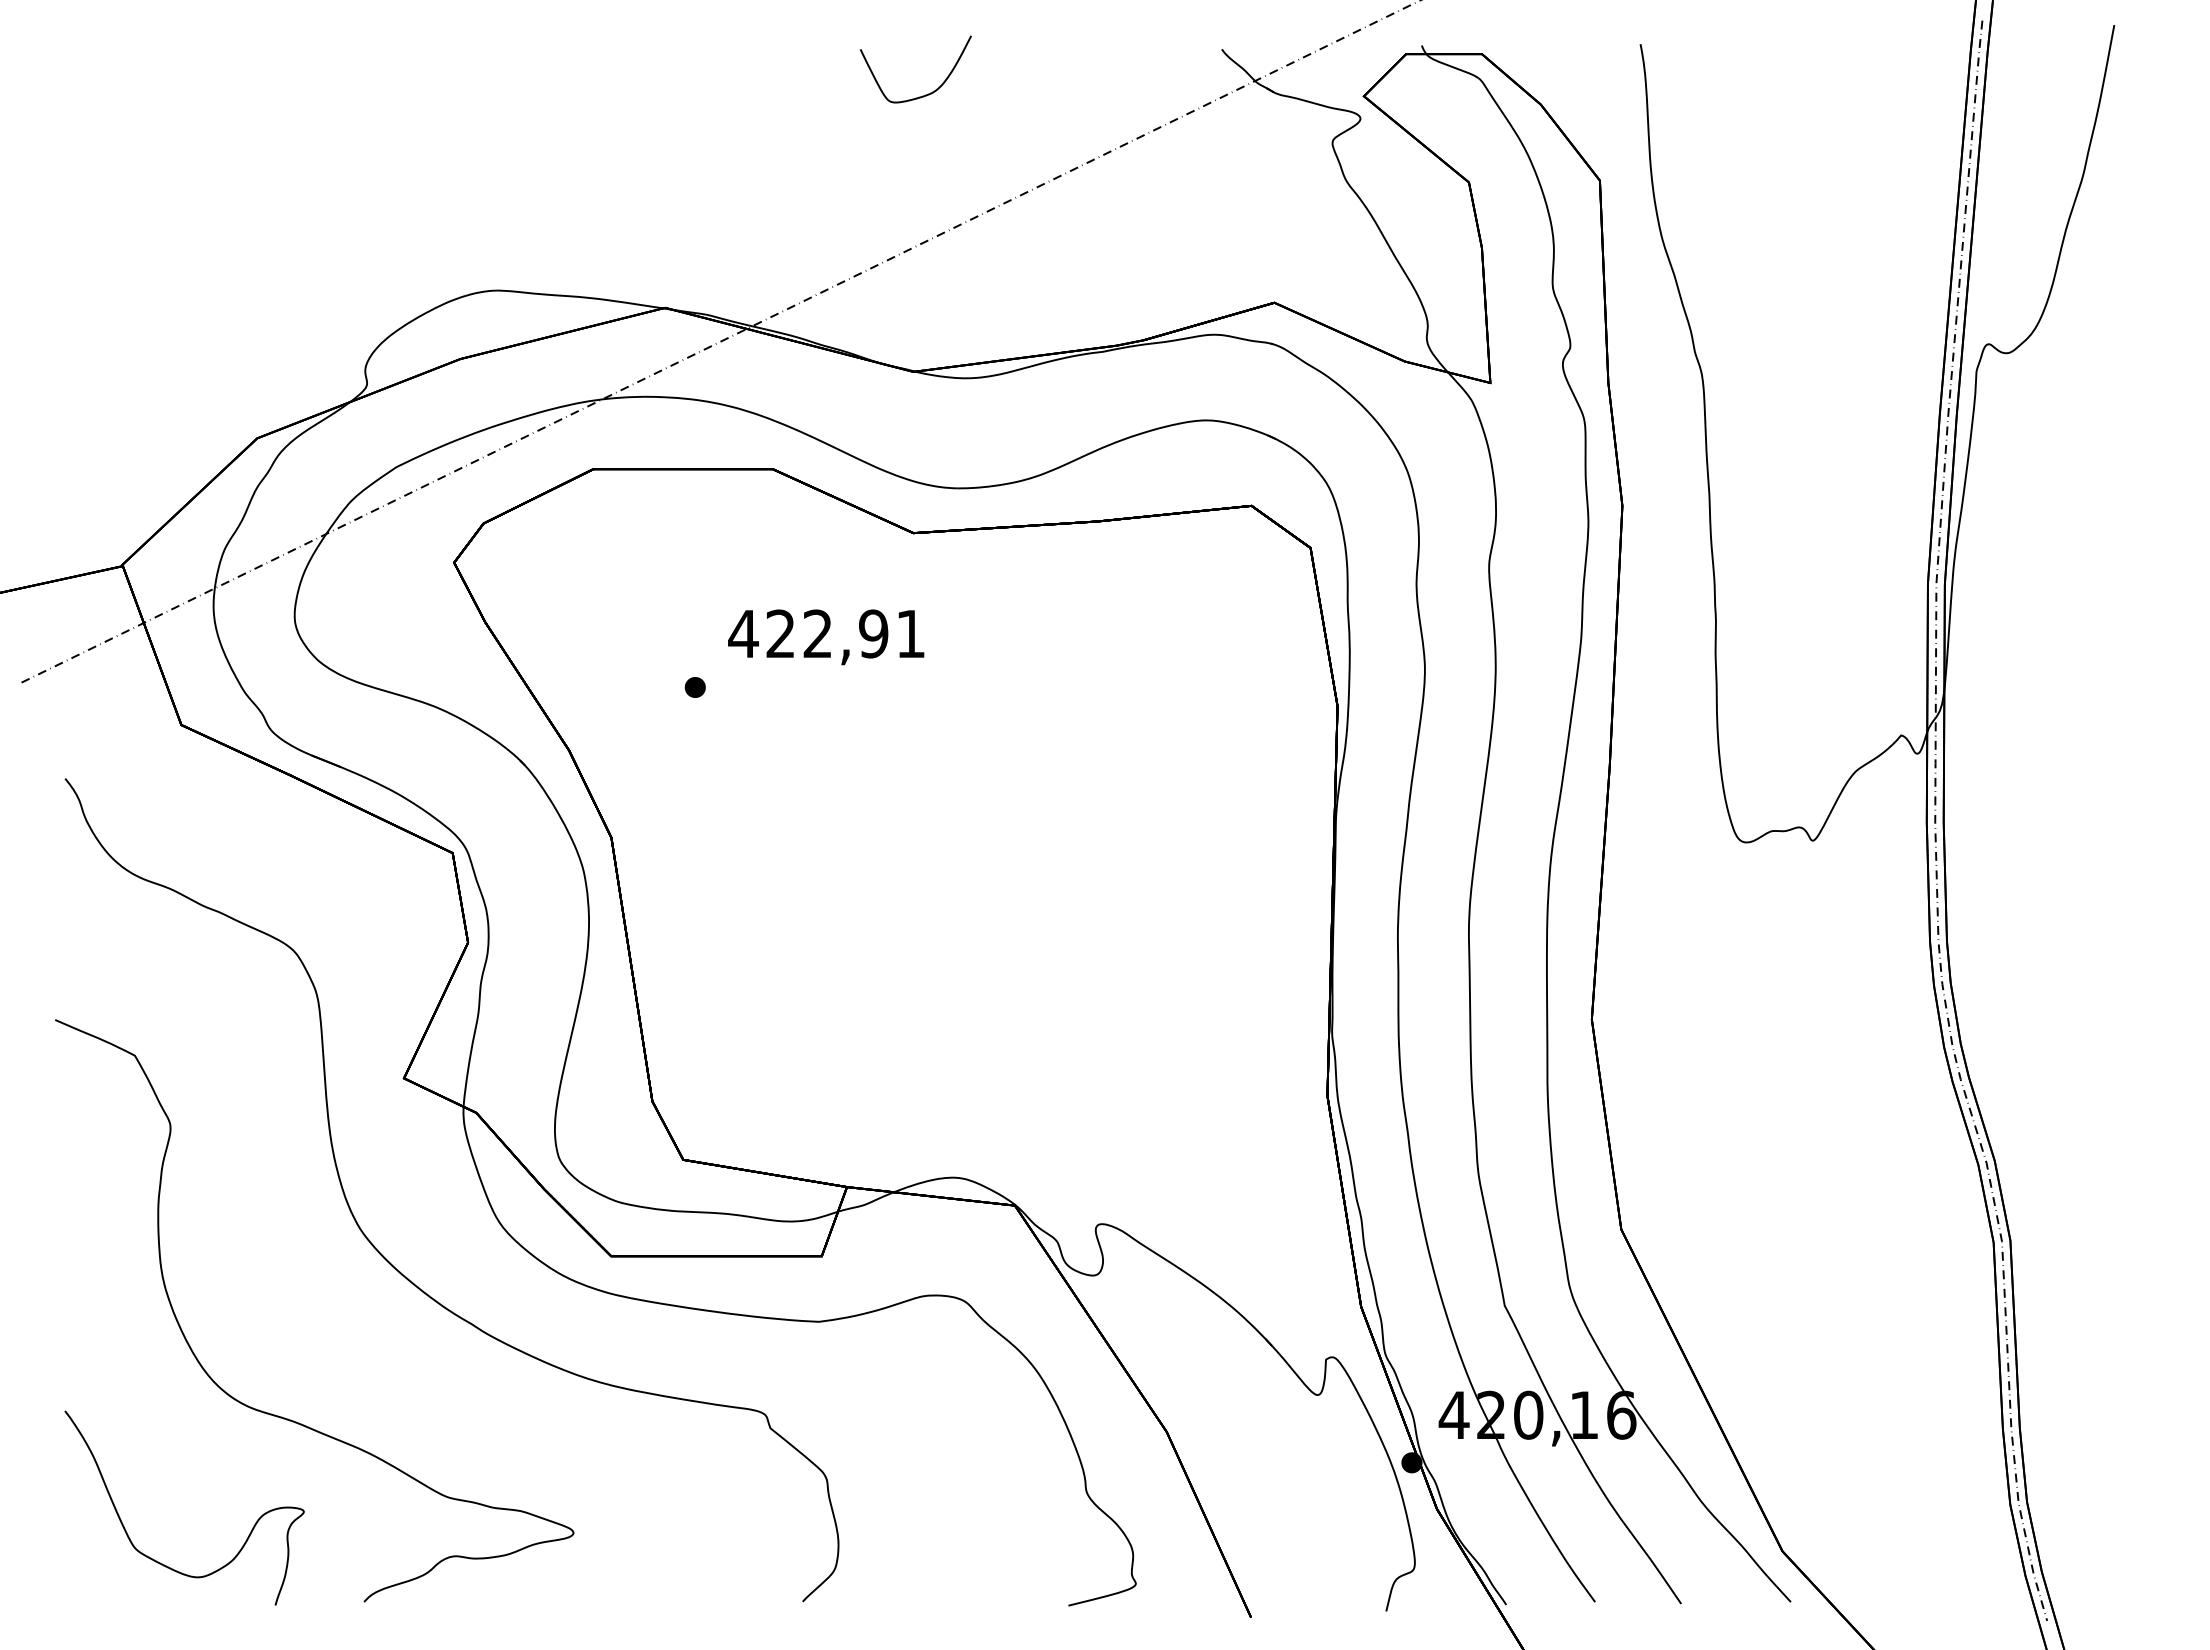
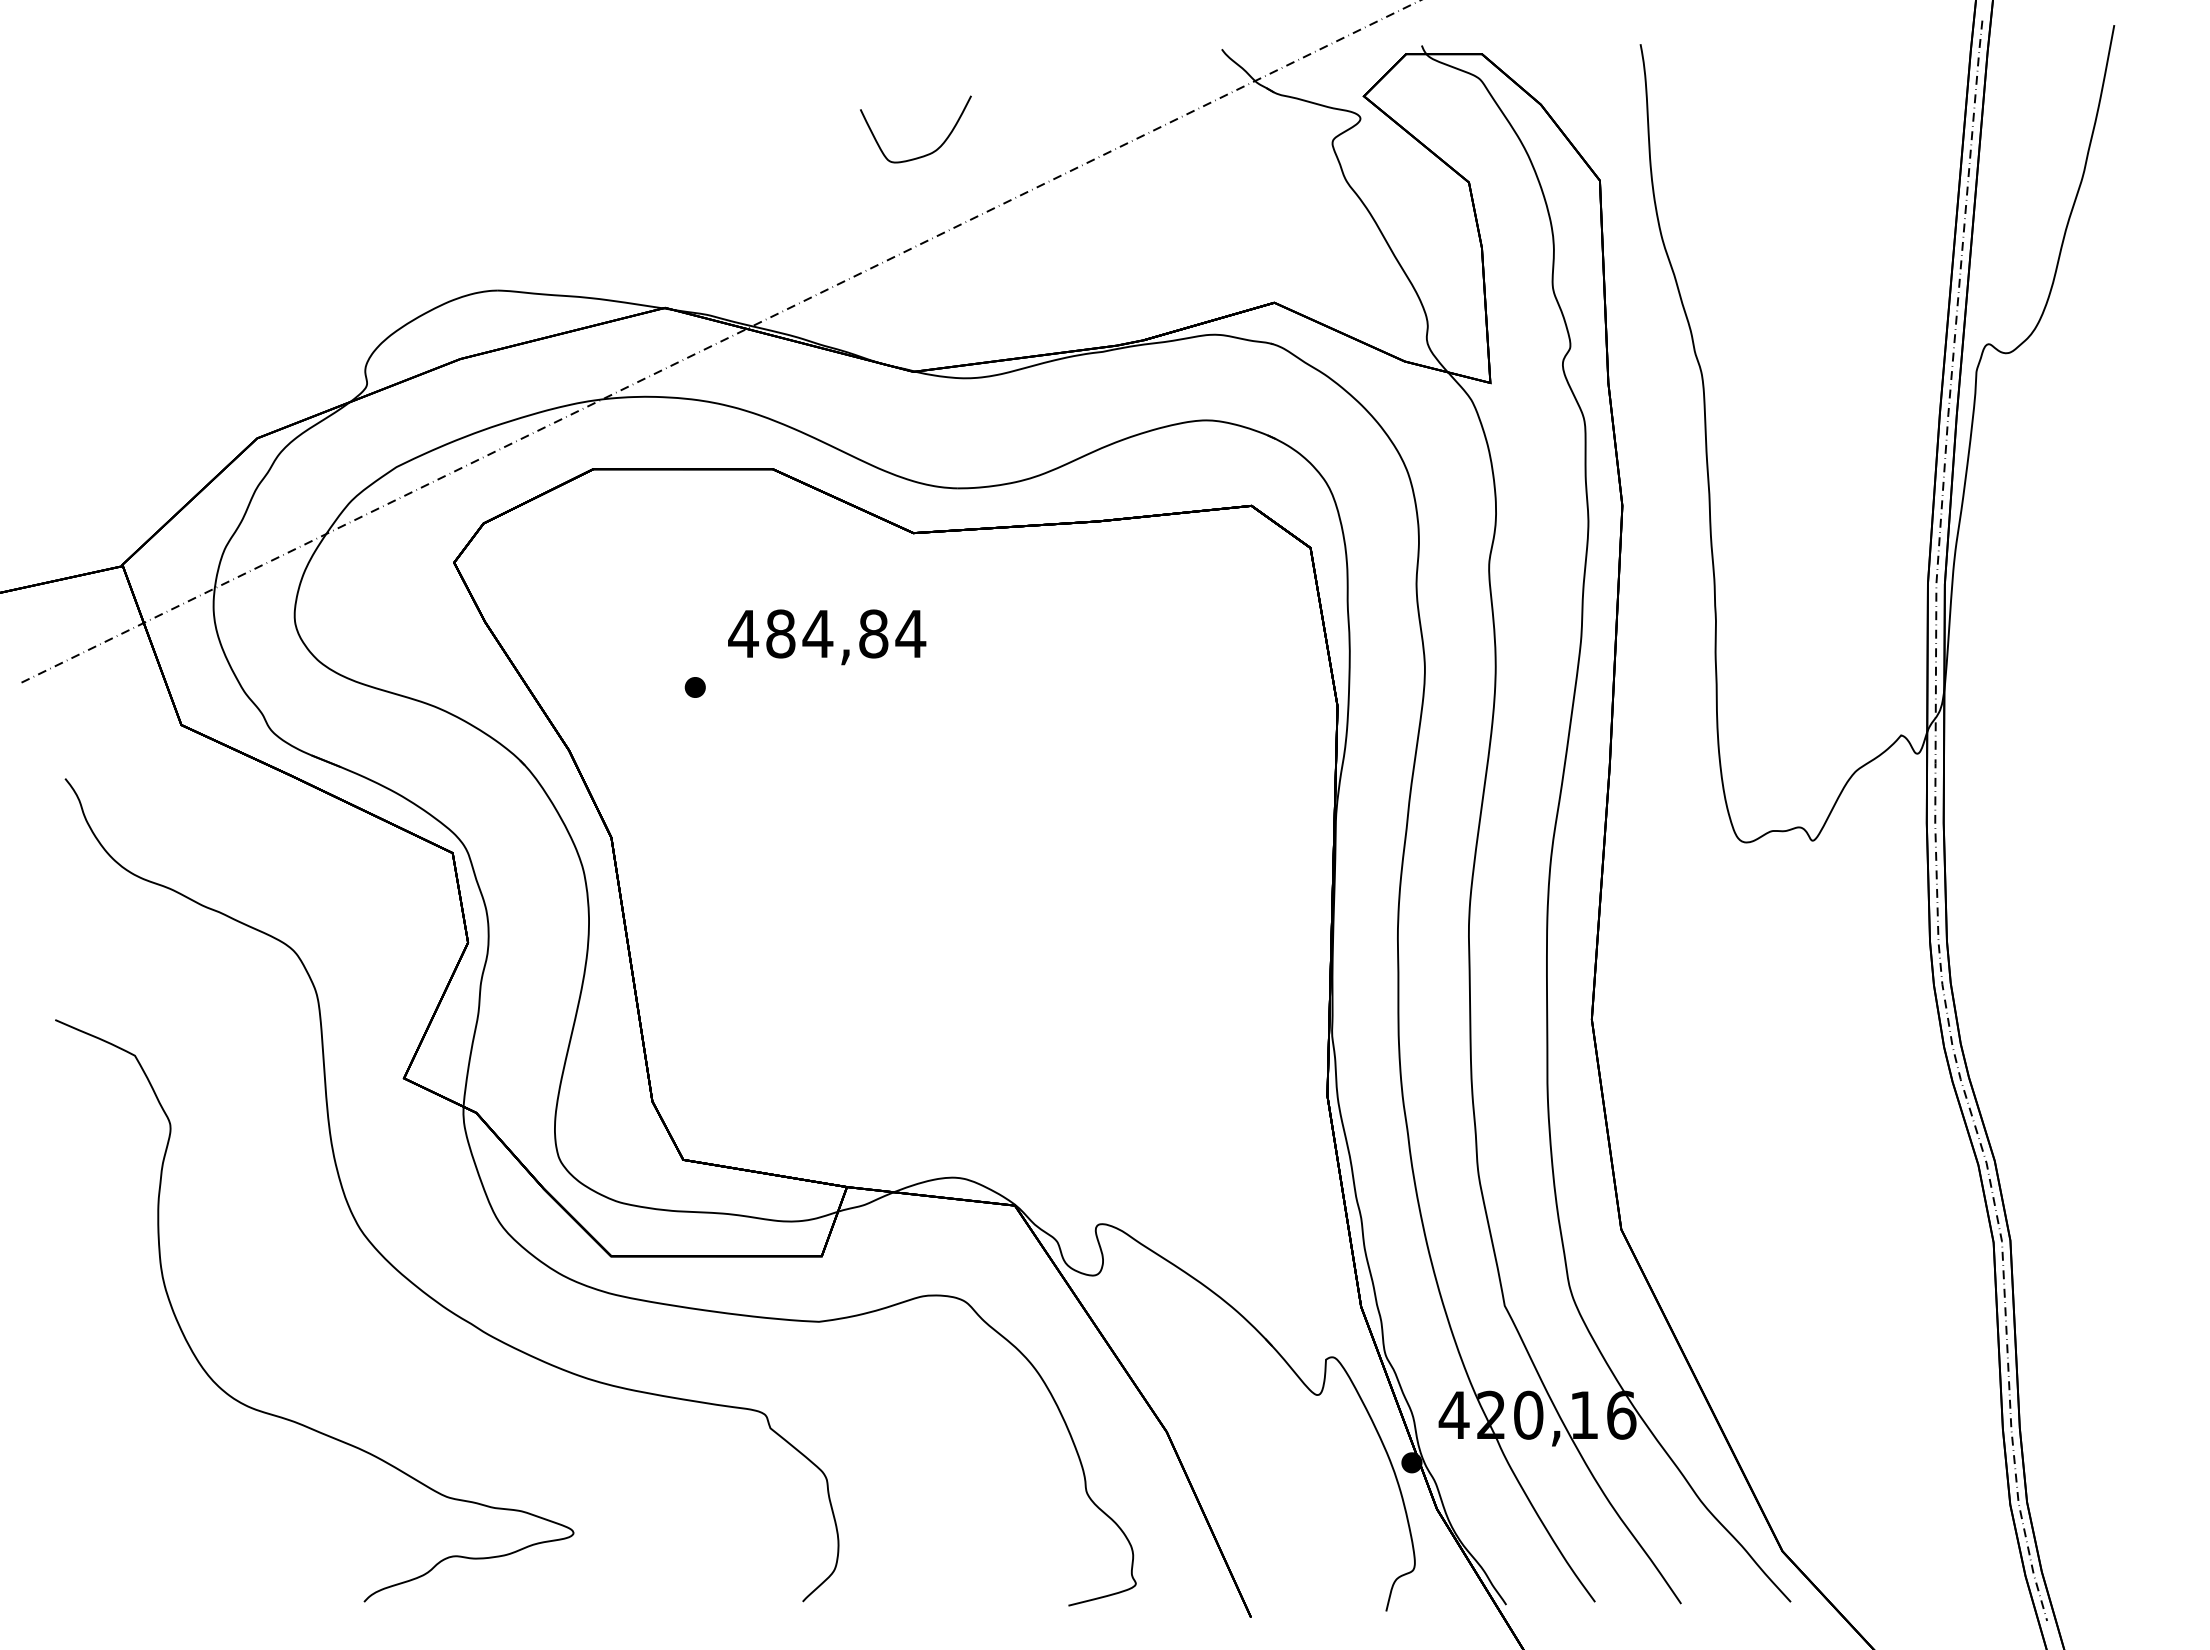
curve at (925, 94) position: (925, 94) -> (925, 154)
text at (846, 633): 422,91 -> 484,84
curve at (151, 1557): present -> none
